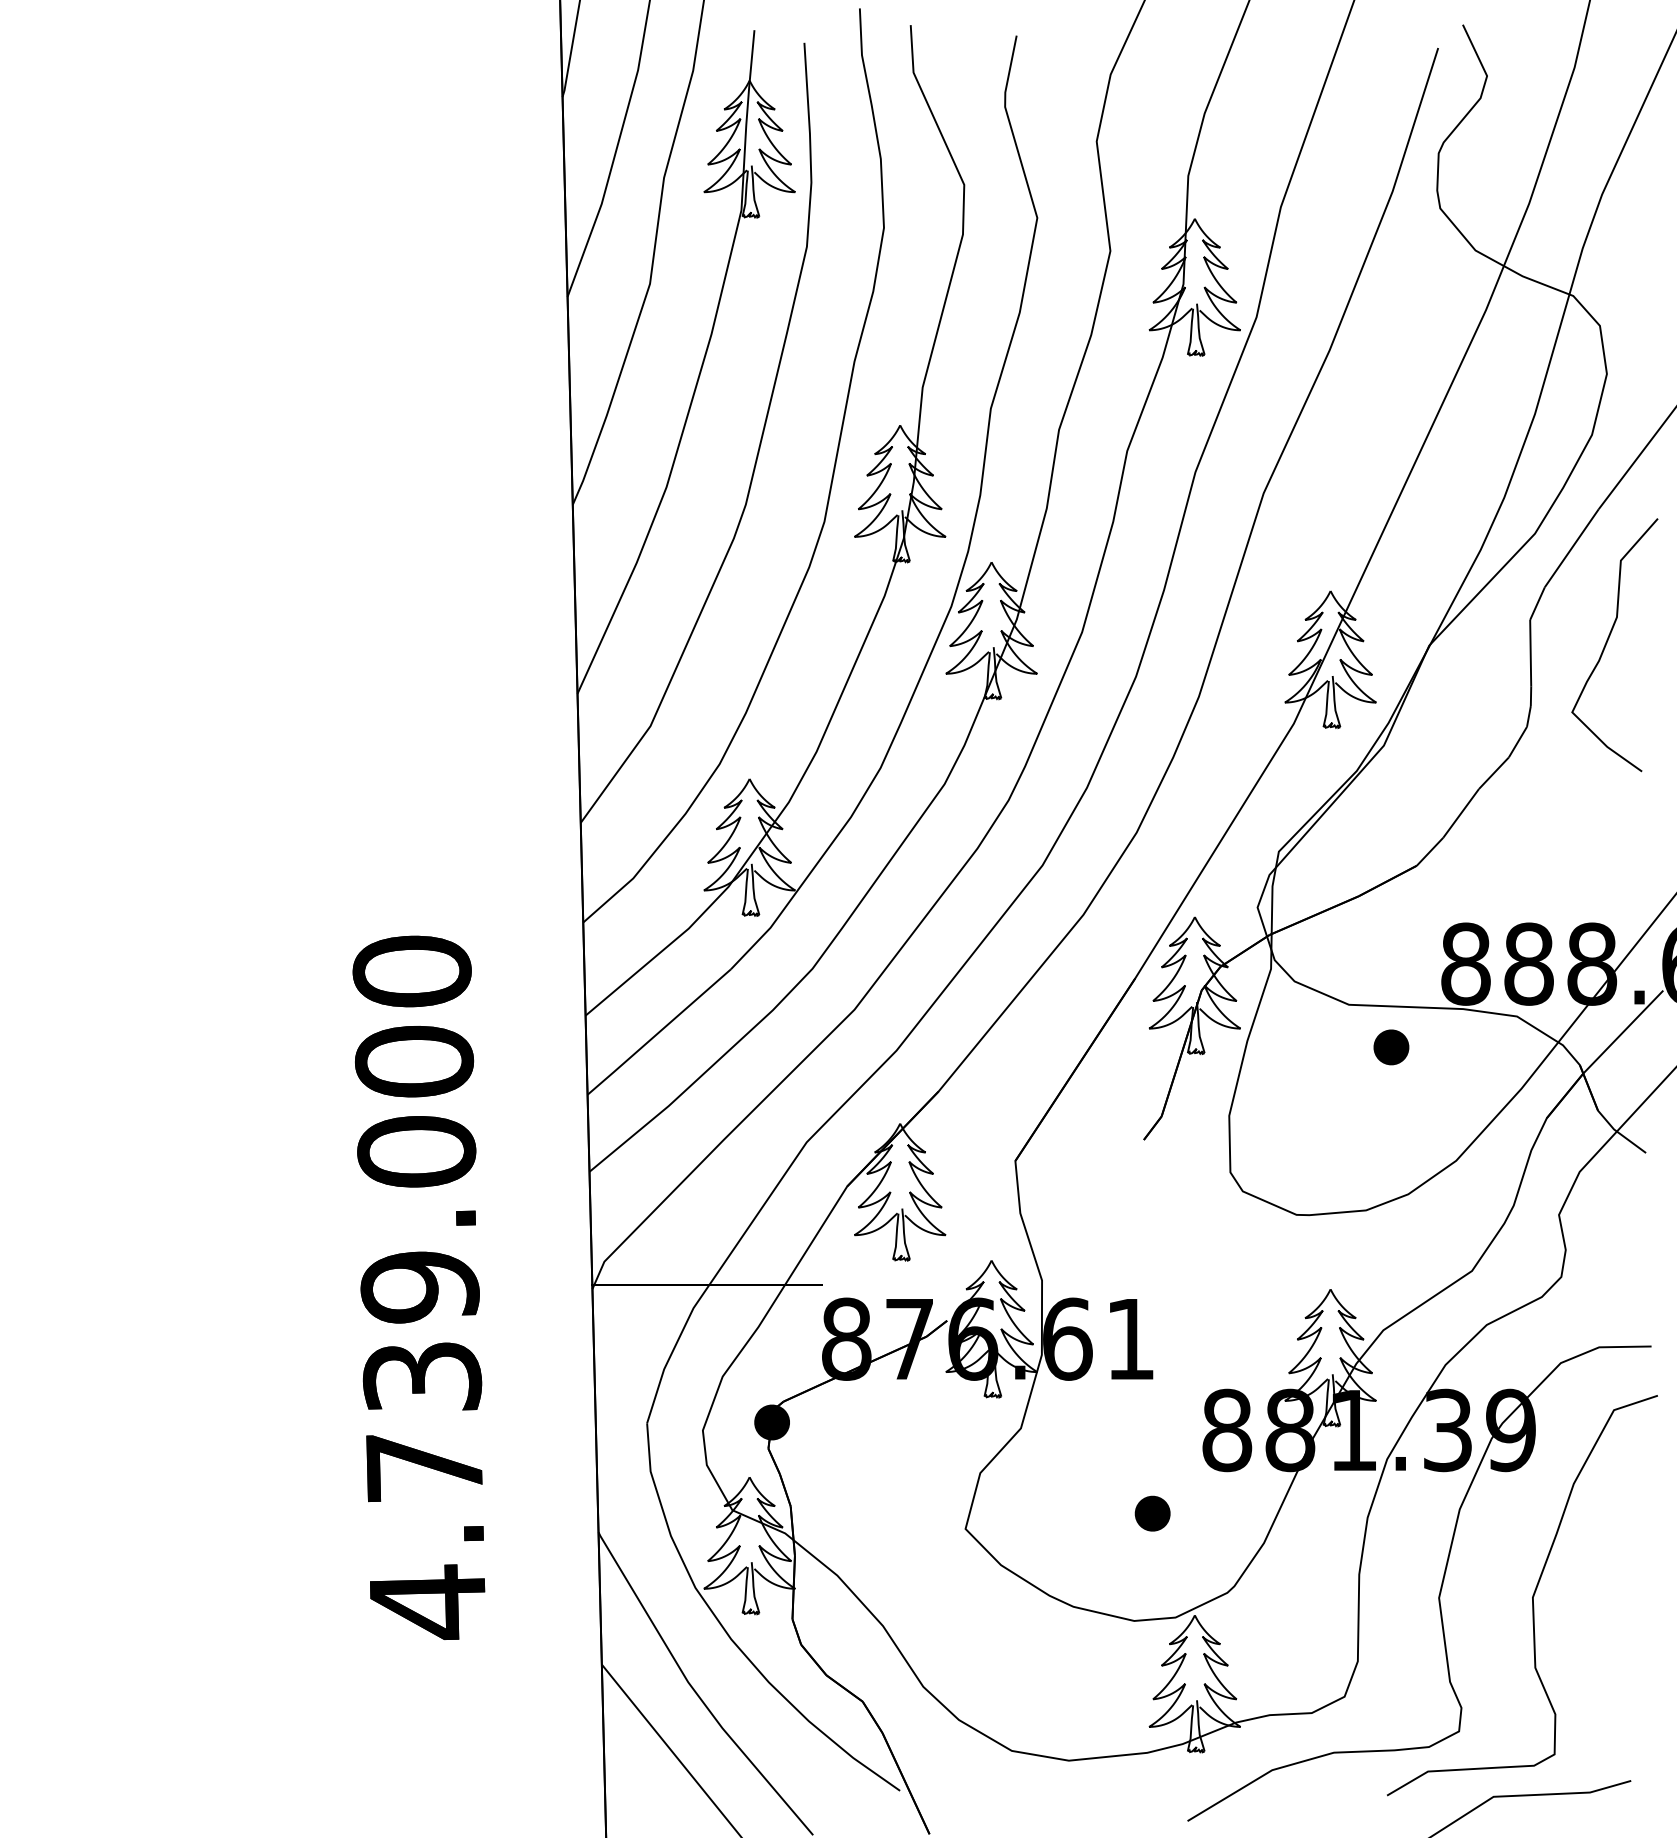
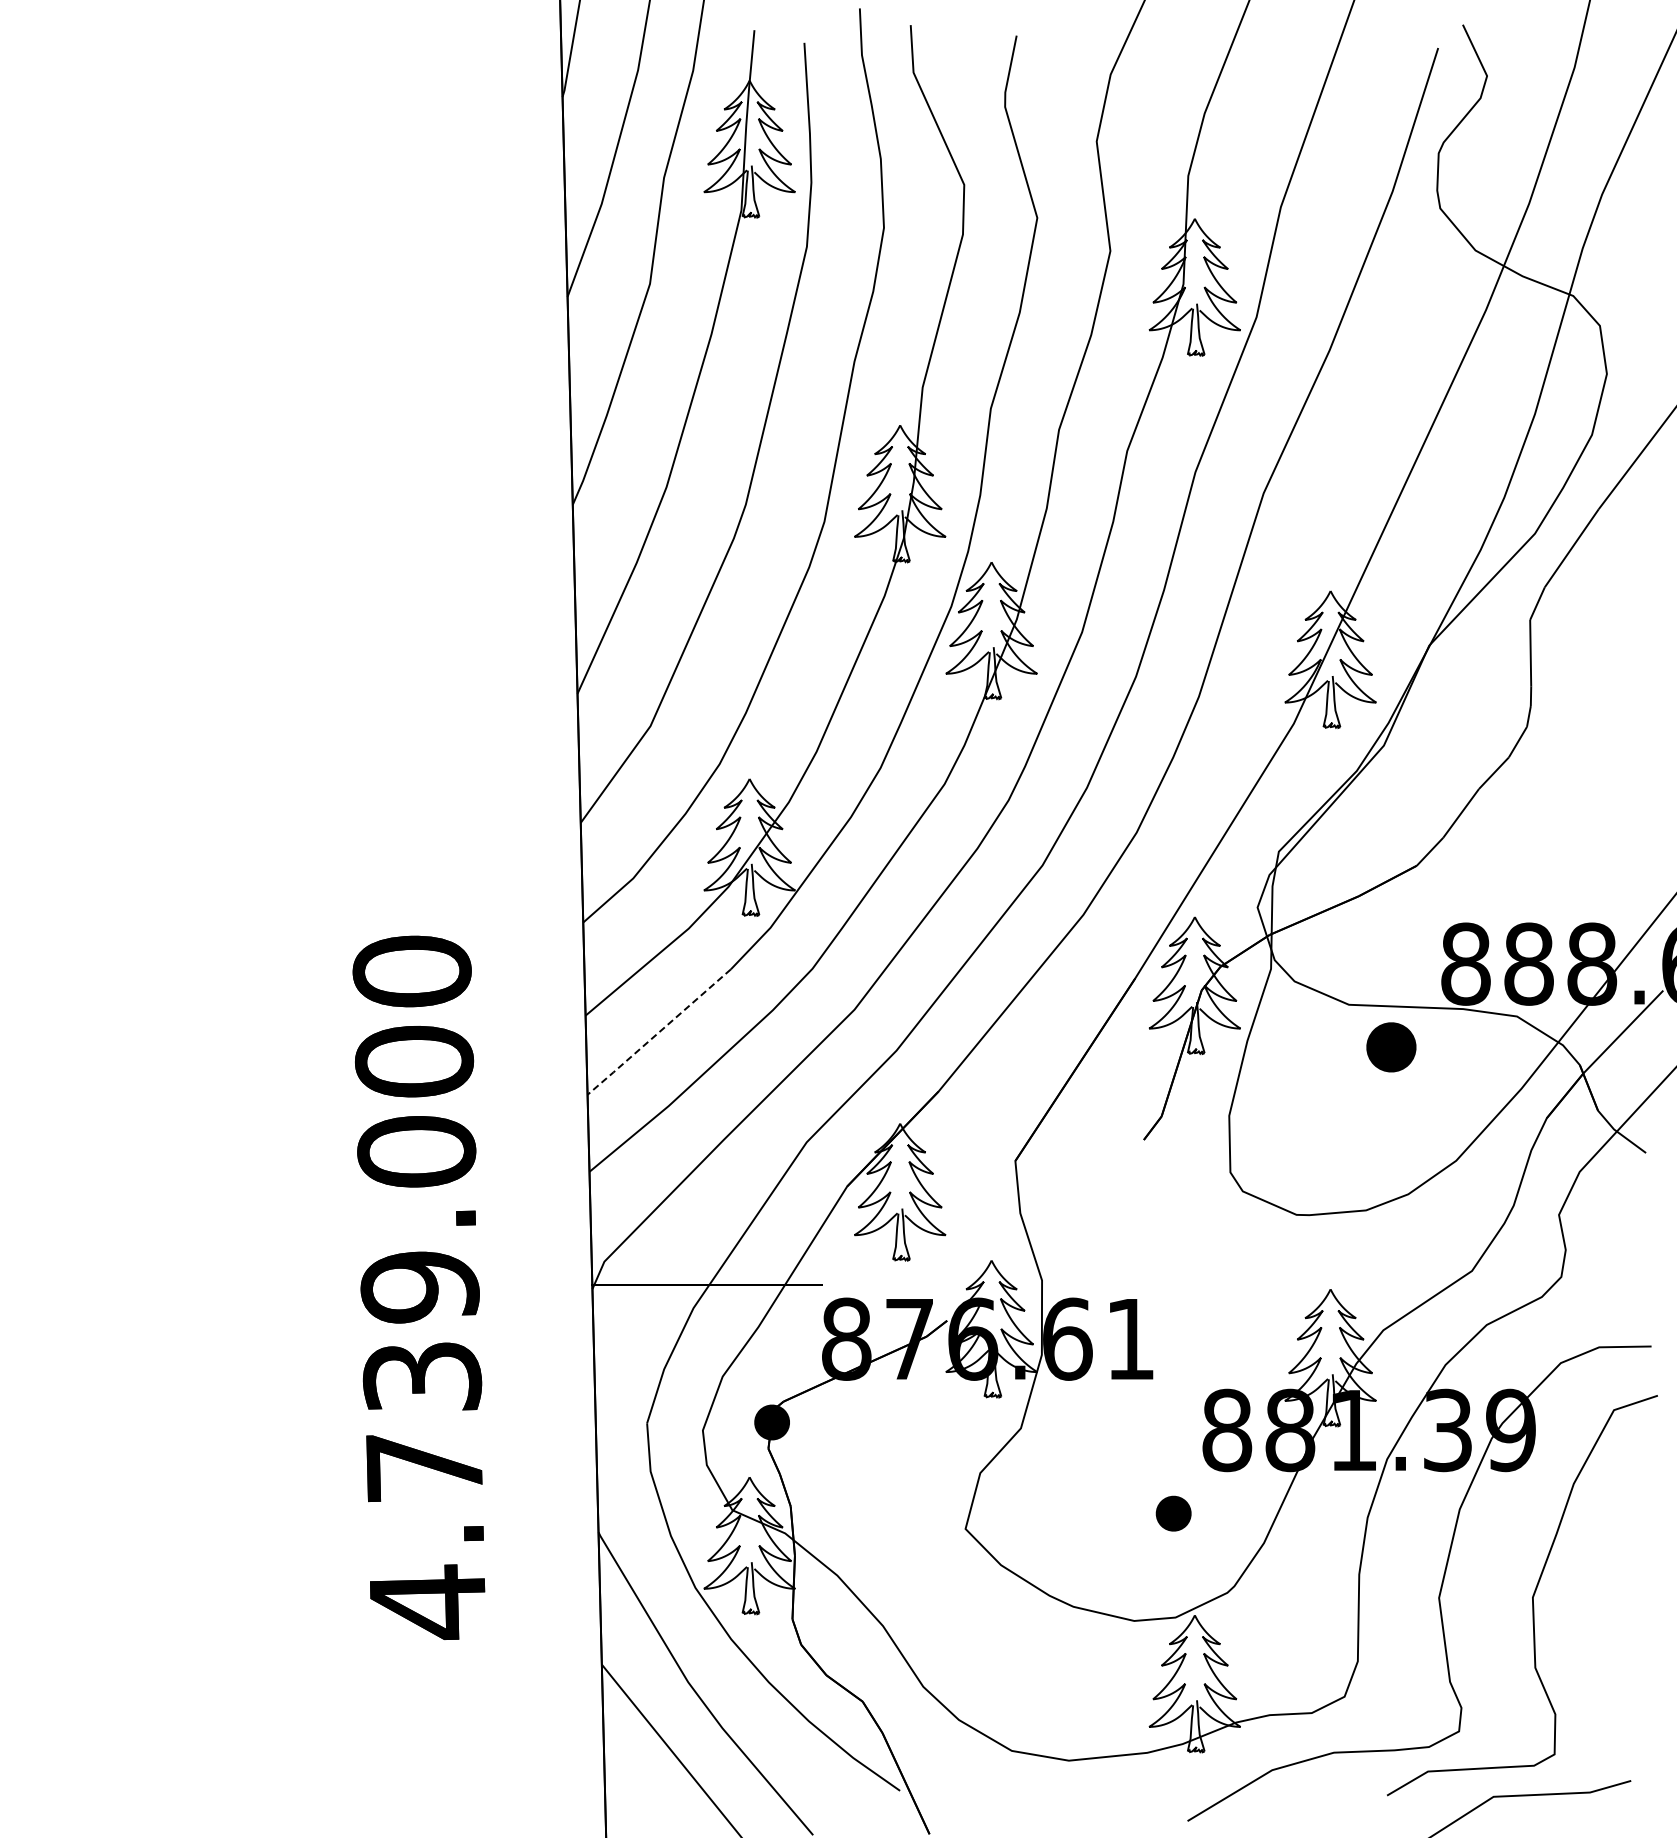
curve at (1607, 643): present -> none
line at (658, 1032): solid -> dashed
part at (1391, 1047) size: 37x37 px -> 51x51 px
part at (1152, 1513) position: (1152, 1513) -> (1173, 1513)
